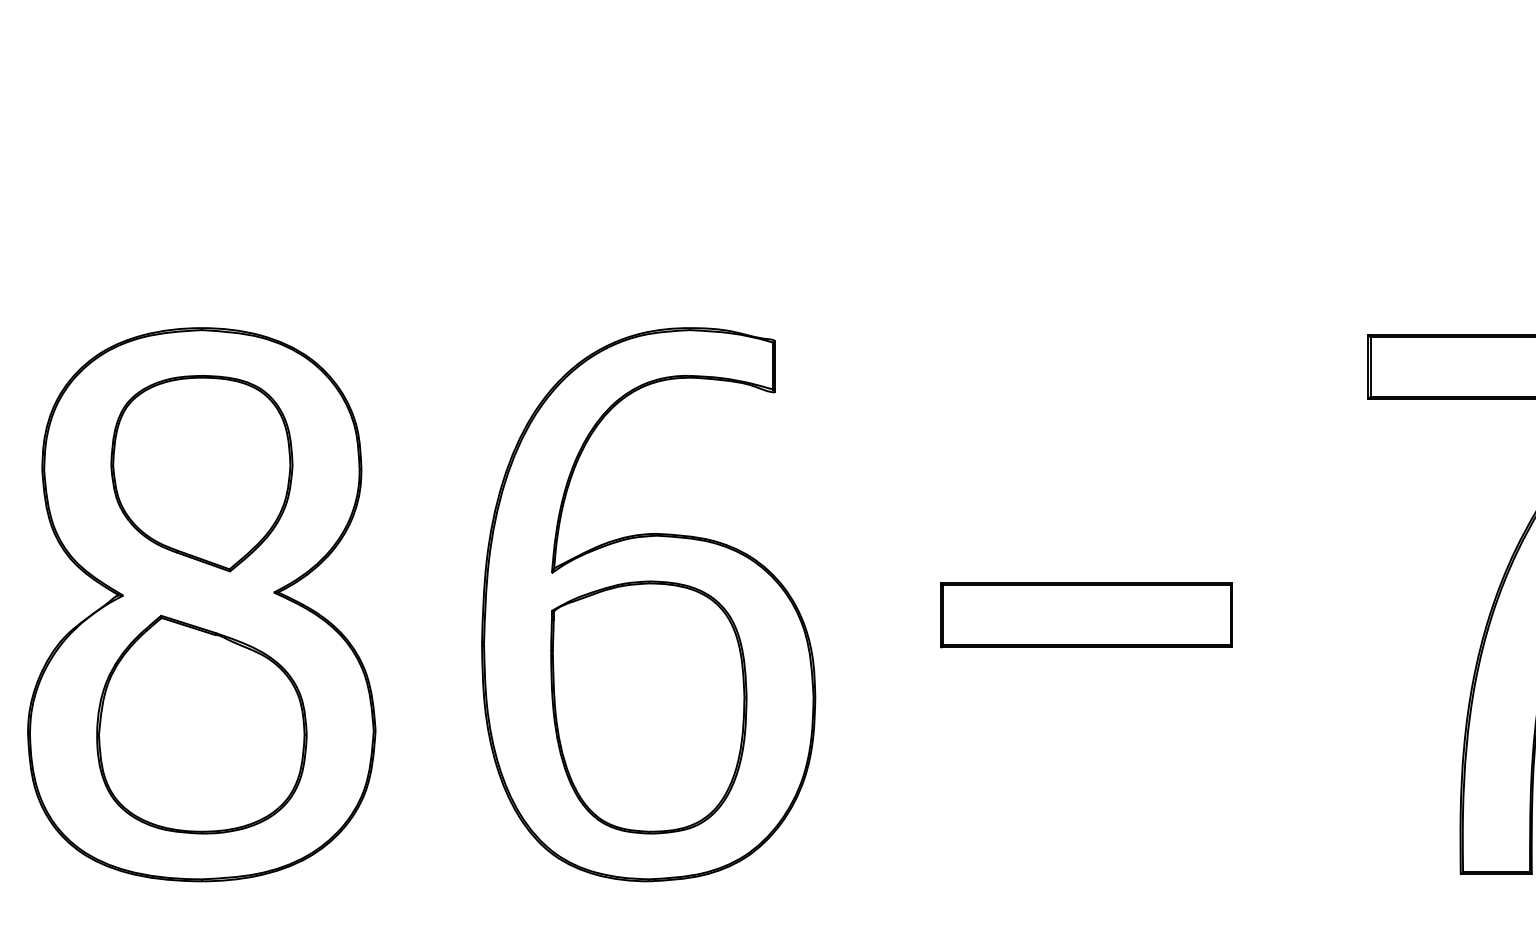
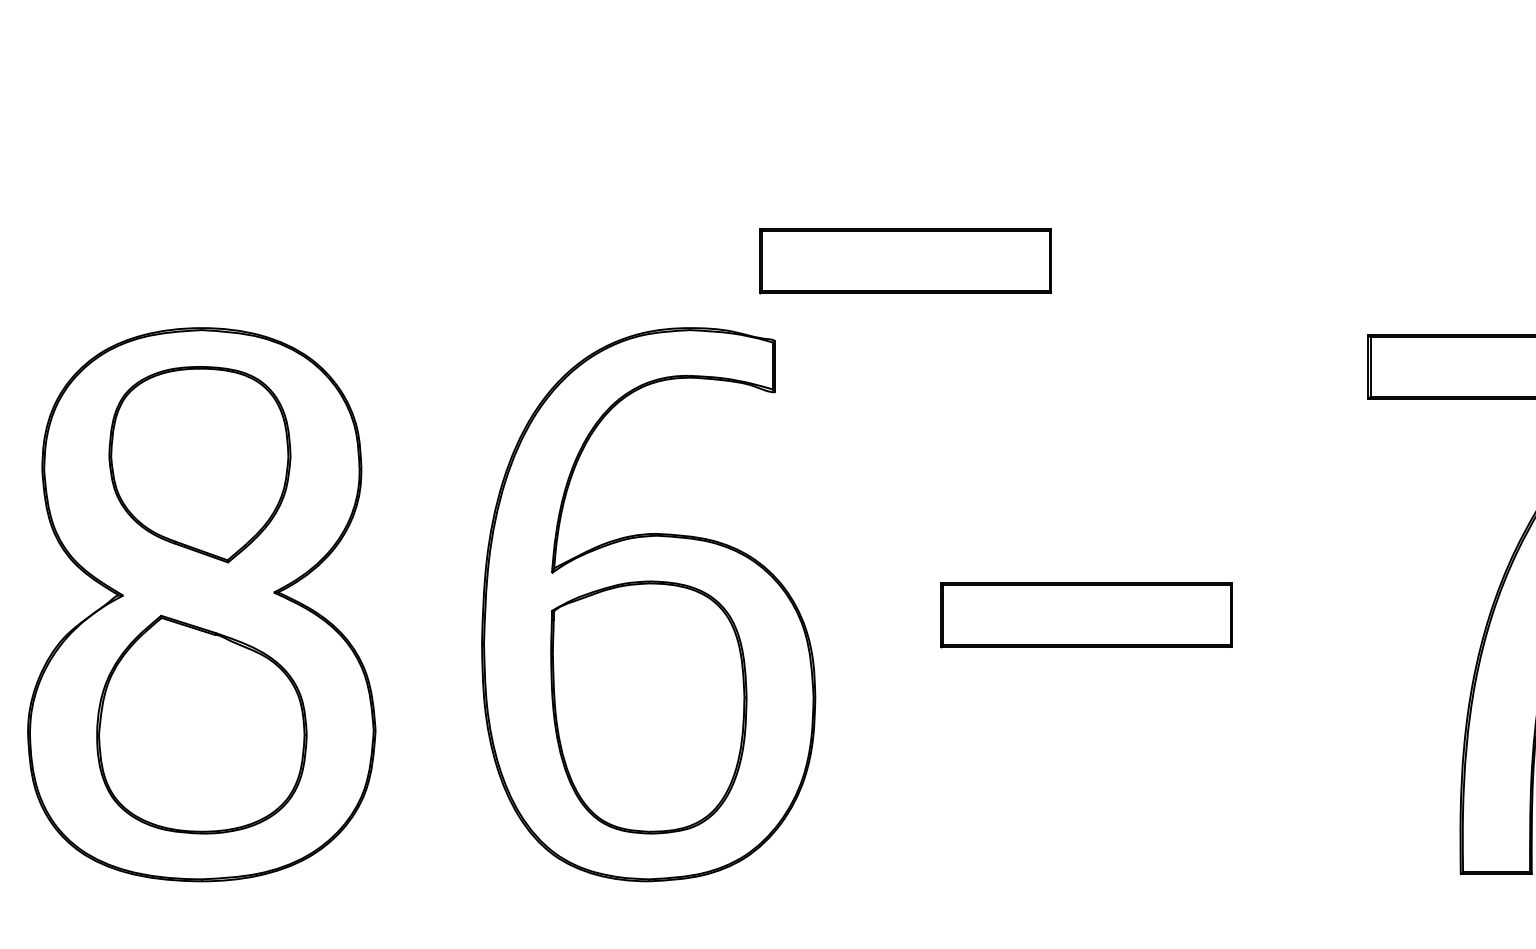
part at (905, 261): none -> present
part at (201, 473) position: (201, 473) -> (199, 464)
